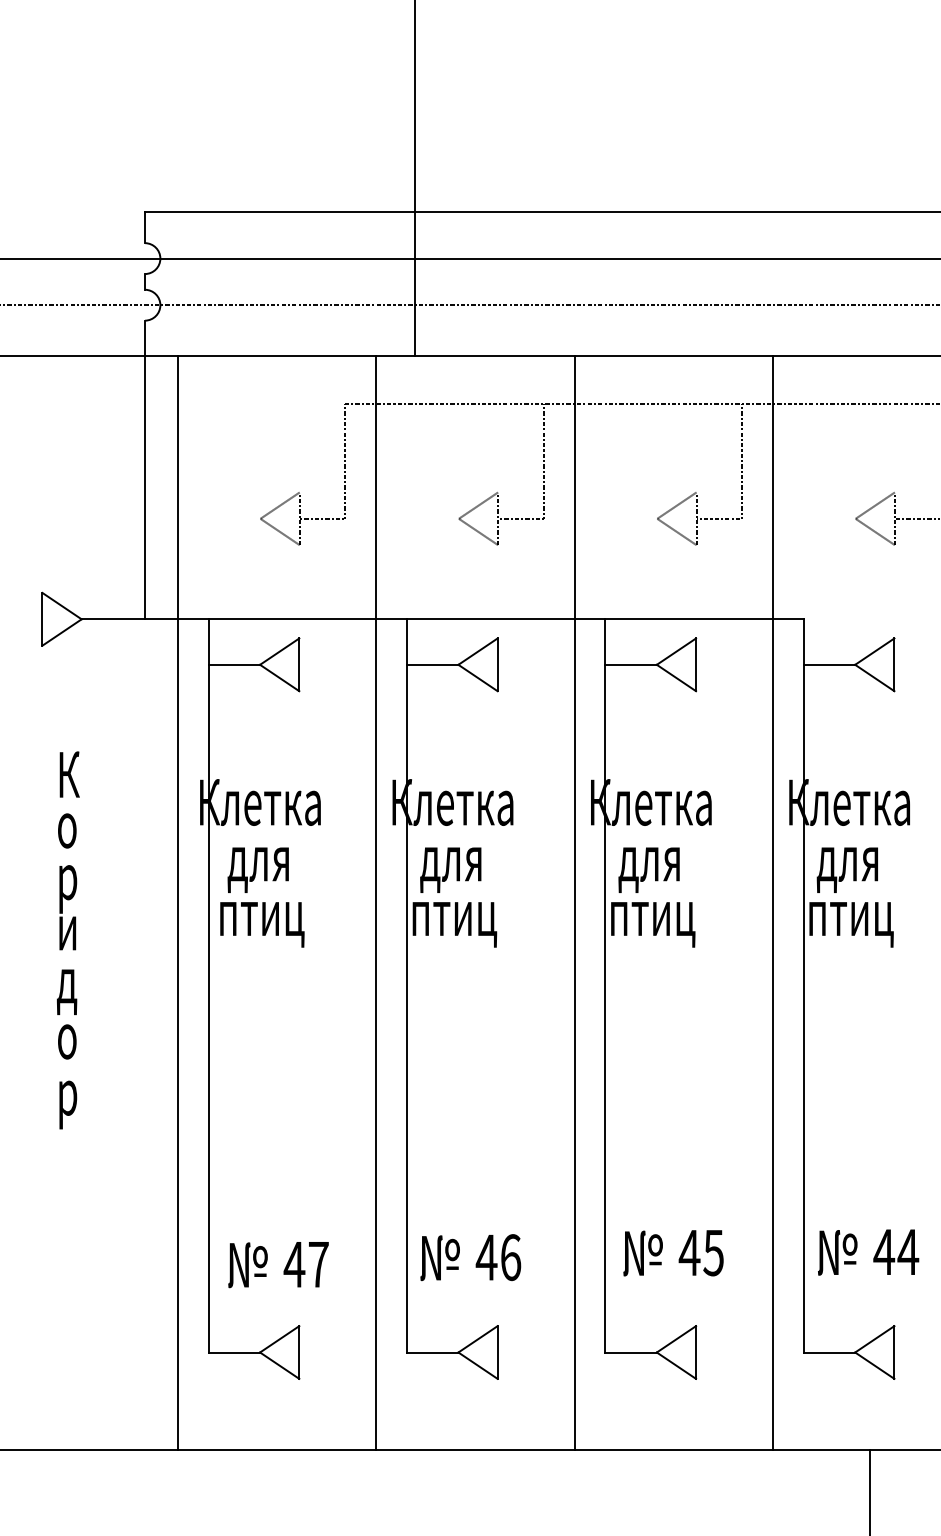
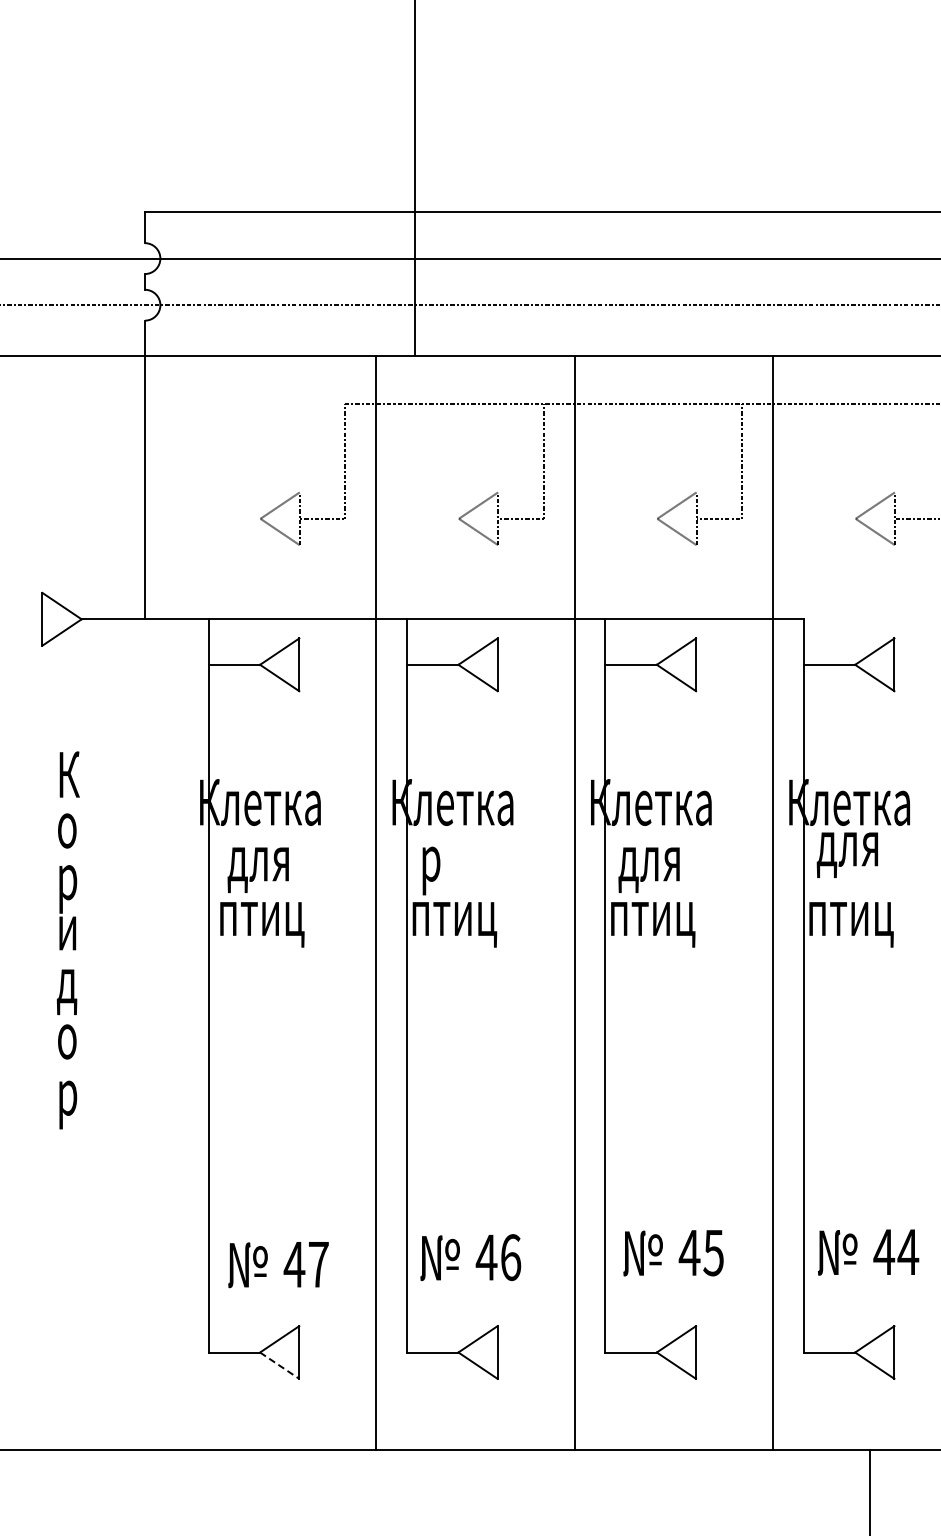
text at (846, 869) position: (846, 869) -> (846, 854)
text at (450, 870): для -> р
line at (177, 902): present -> none
line at (279, 1365): solid -> dashed
